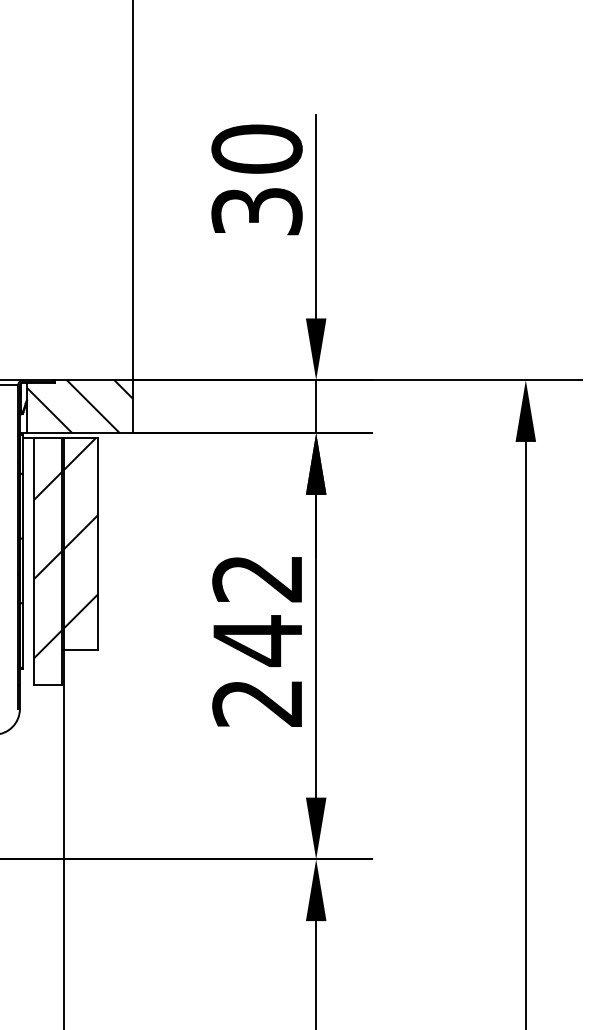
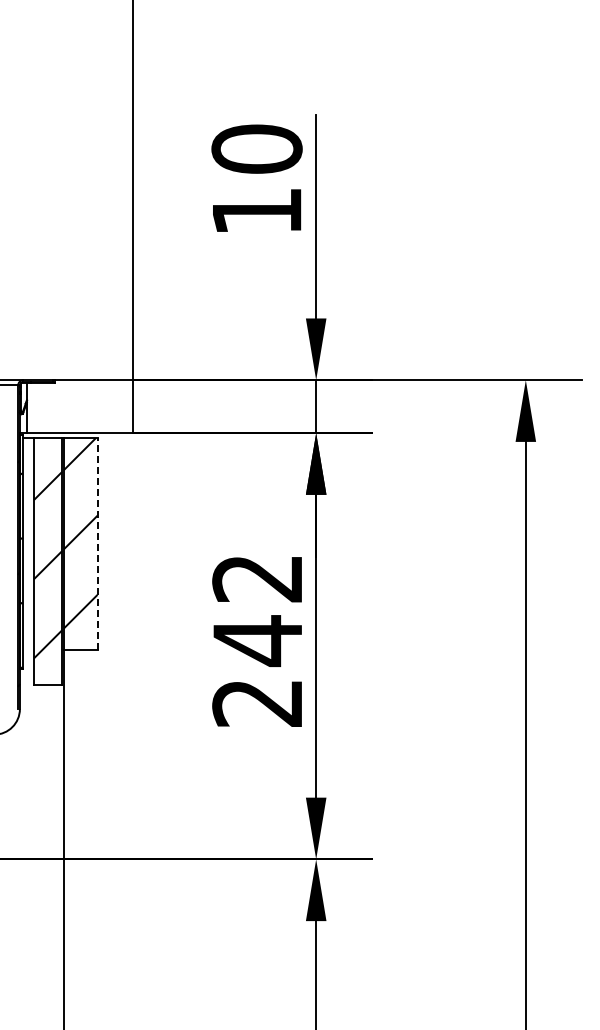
text at (256, 211): 30 -> 10
hatch at (79, 406): present -> none
line at (97, 544): solid -> dashed
